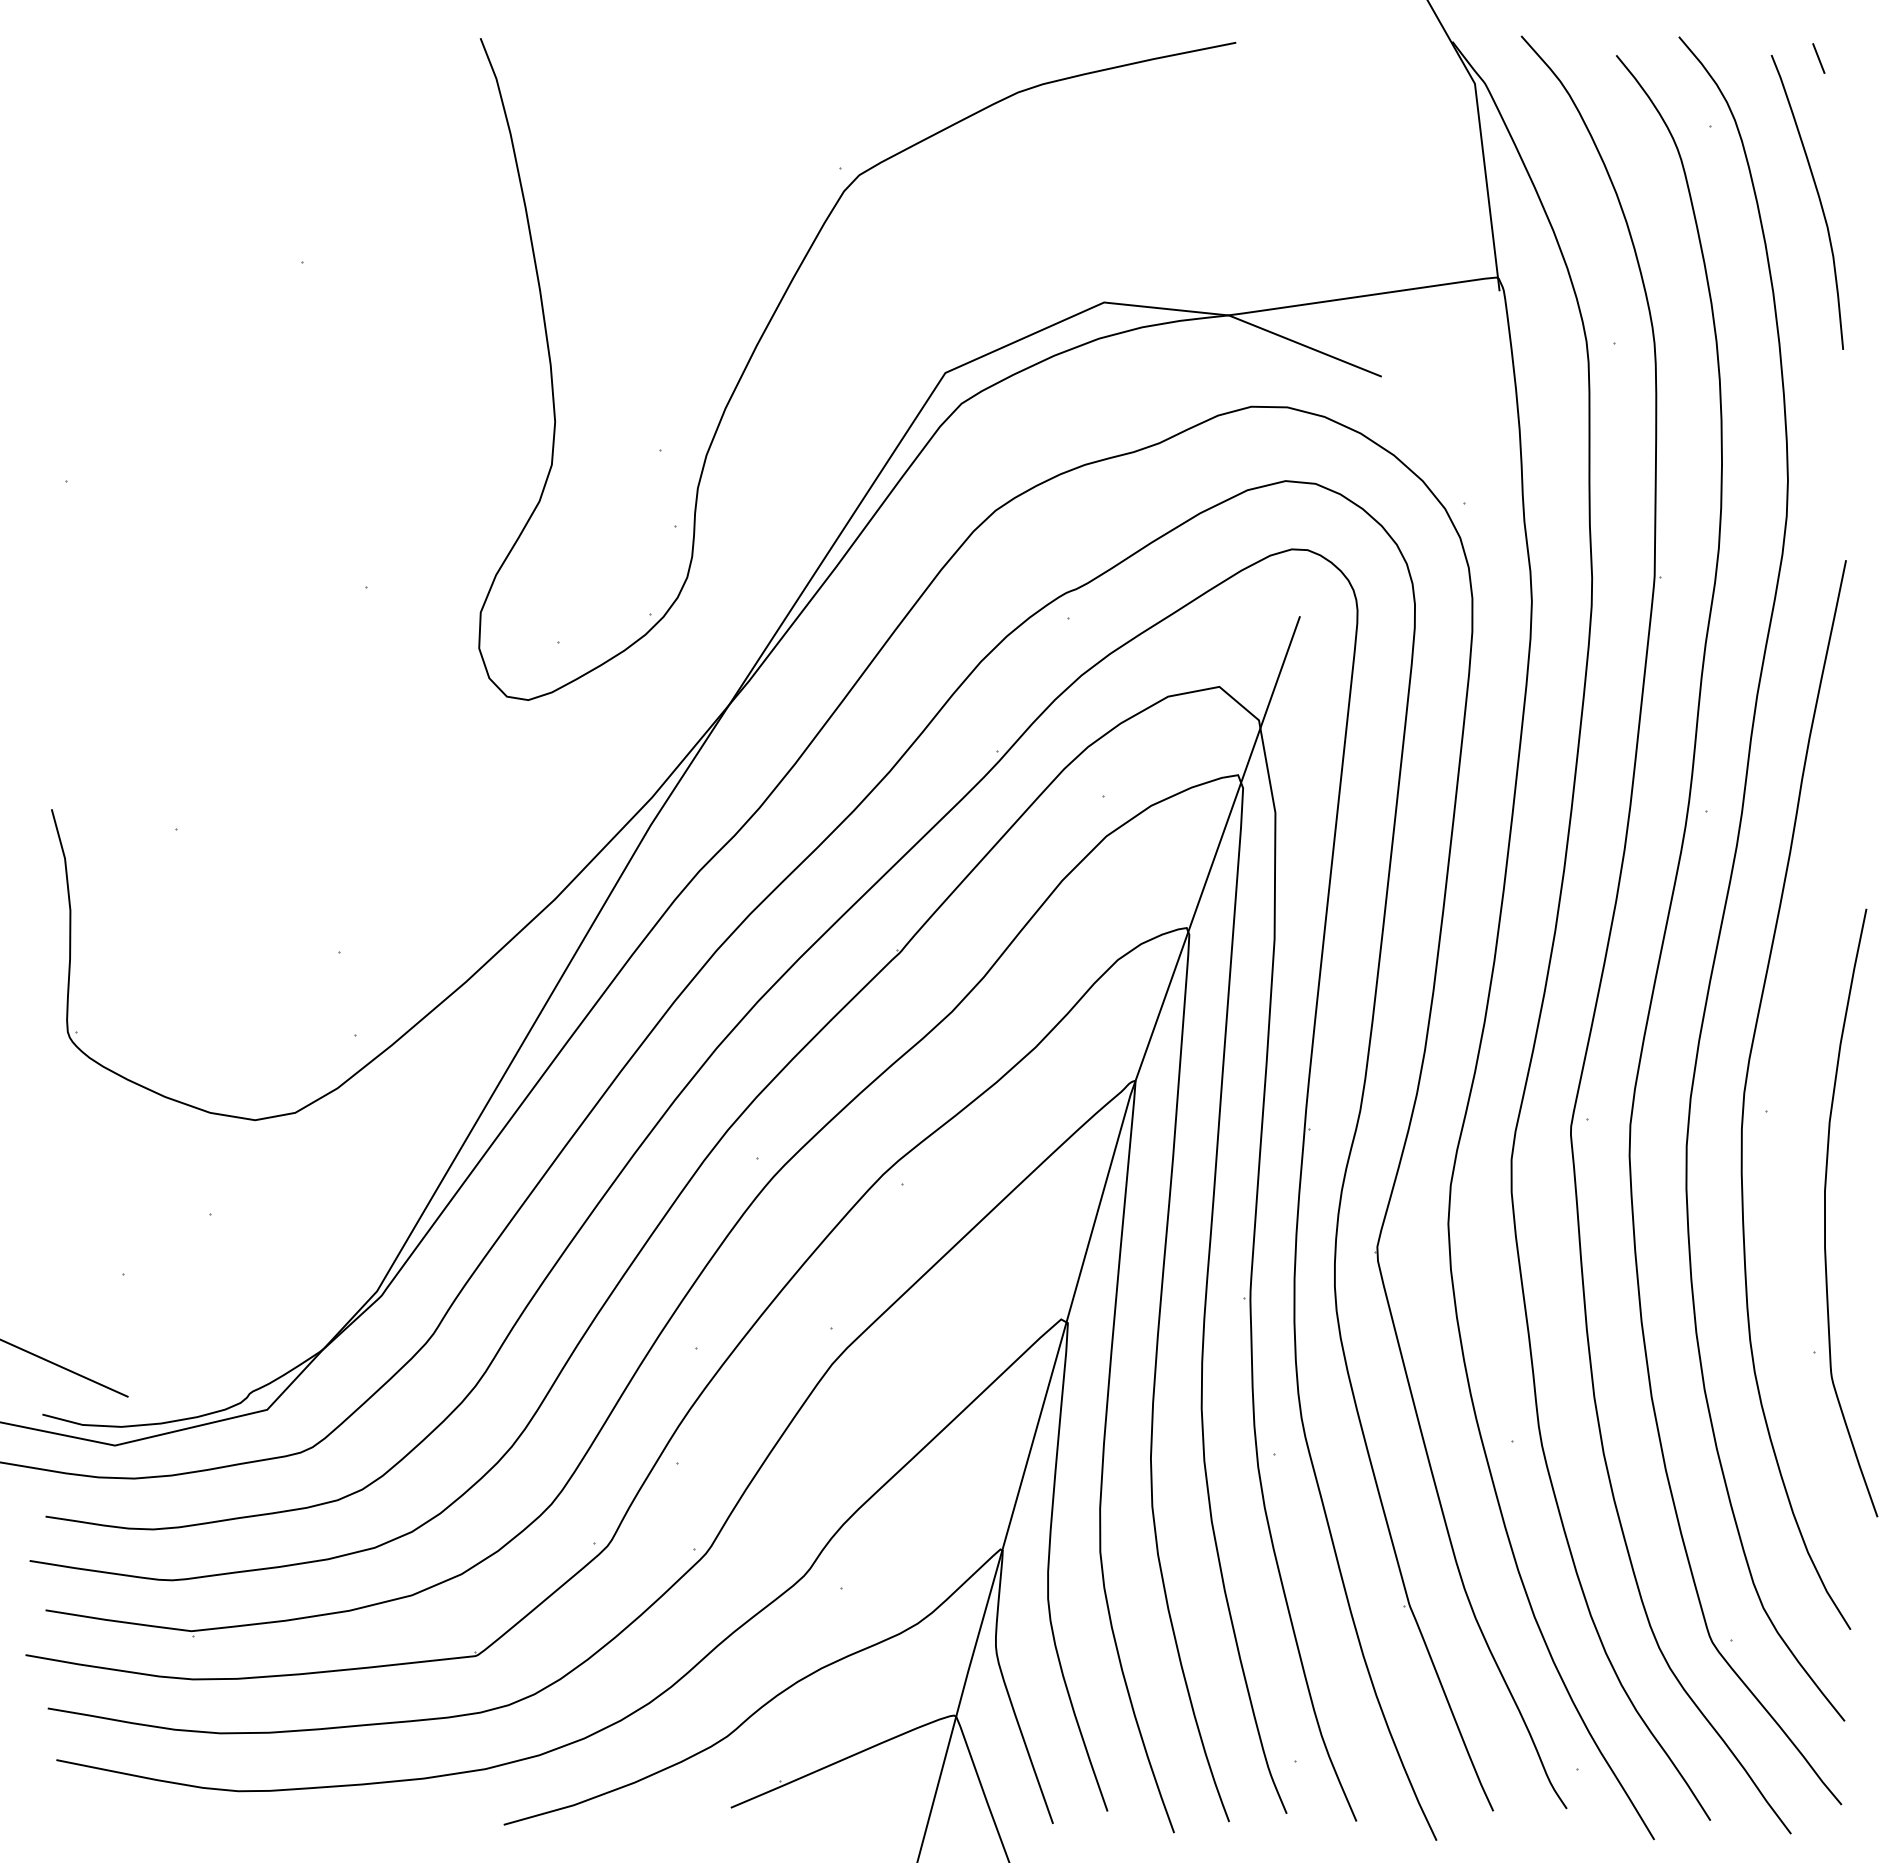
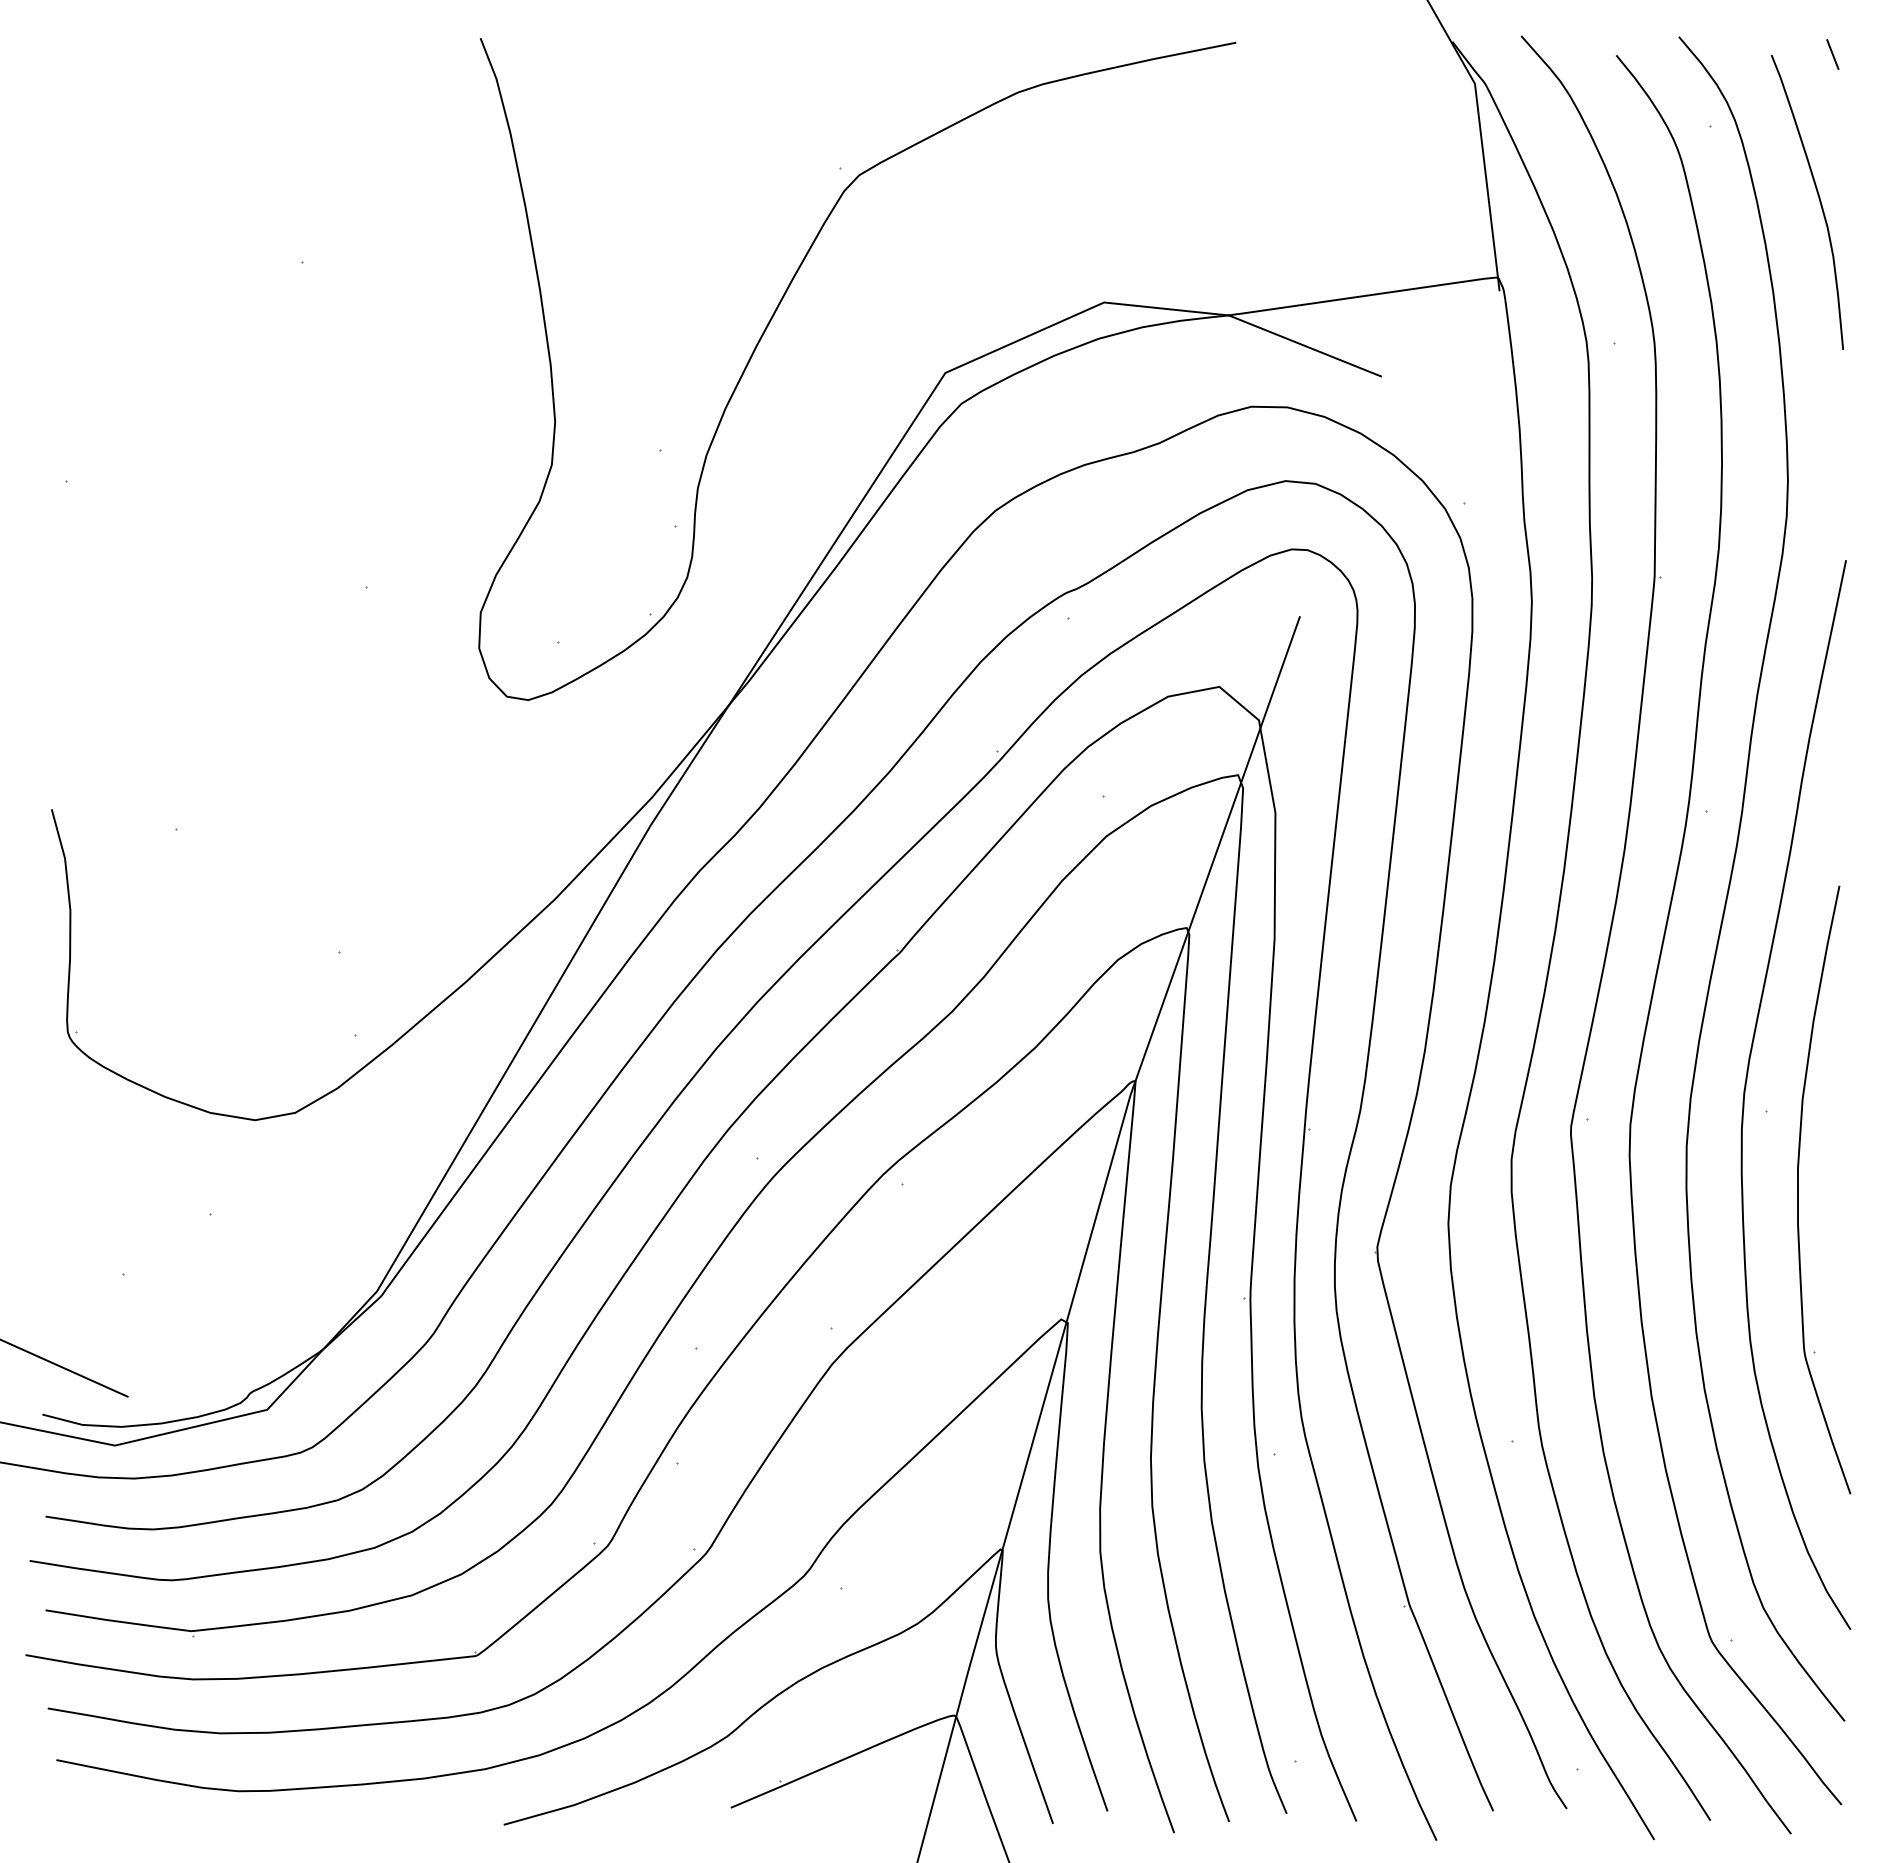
line at (1818, 58) position: (1818, 58) -> (1832, 54)
curve at (1825, 1212) position: (1825, 1212) -> (1798, 1189)
